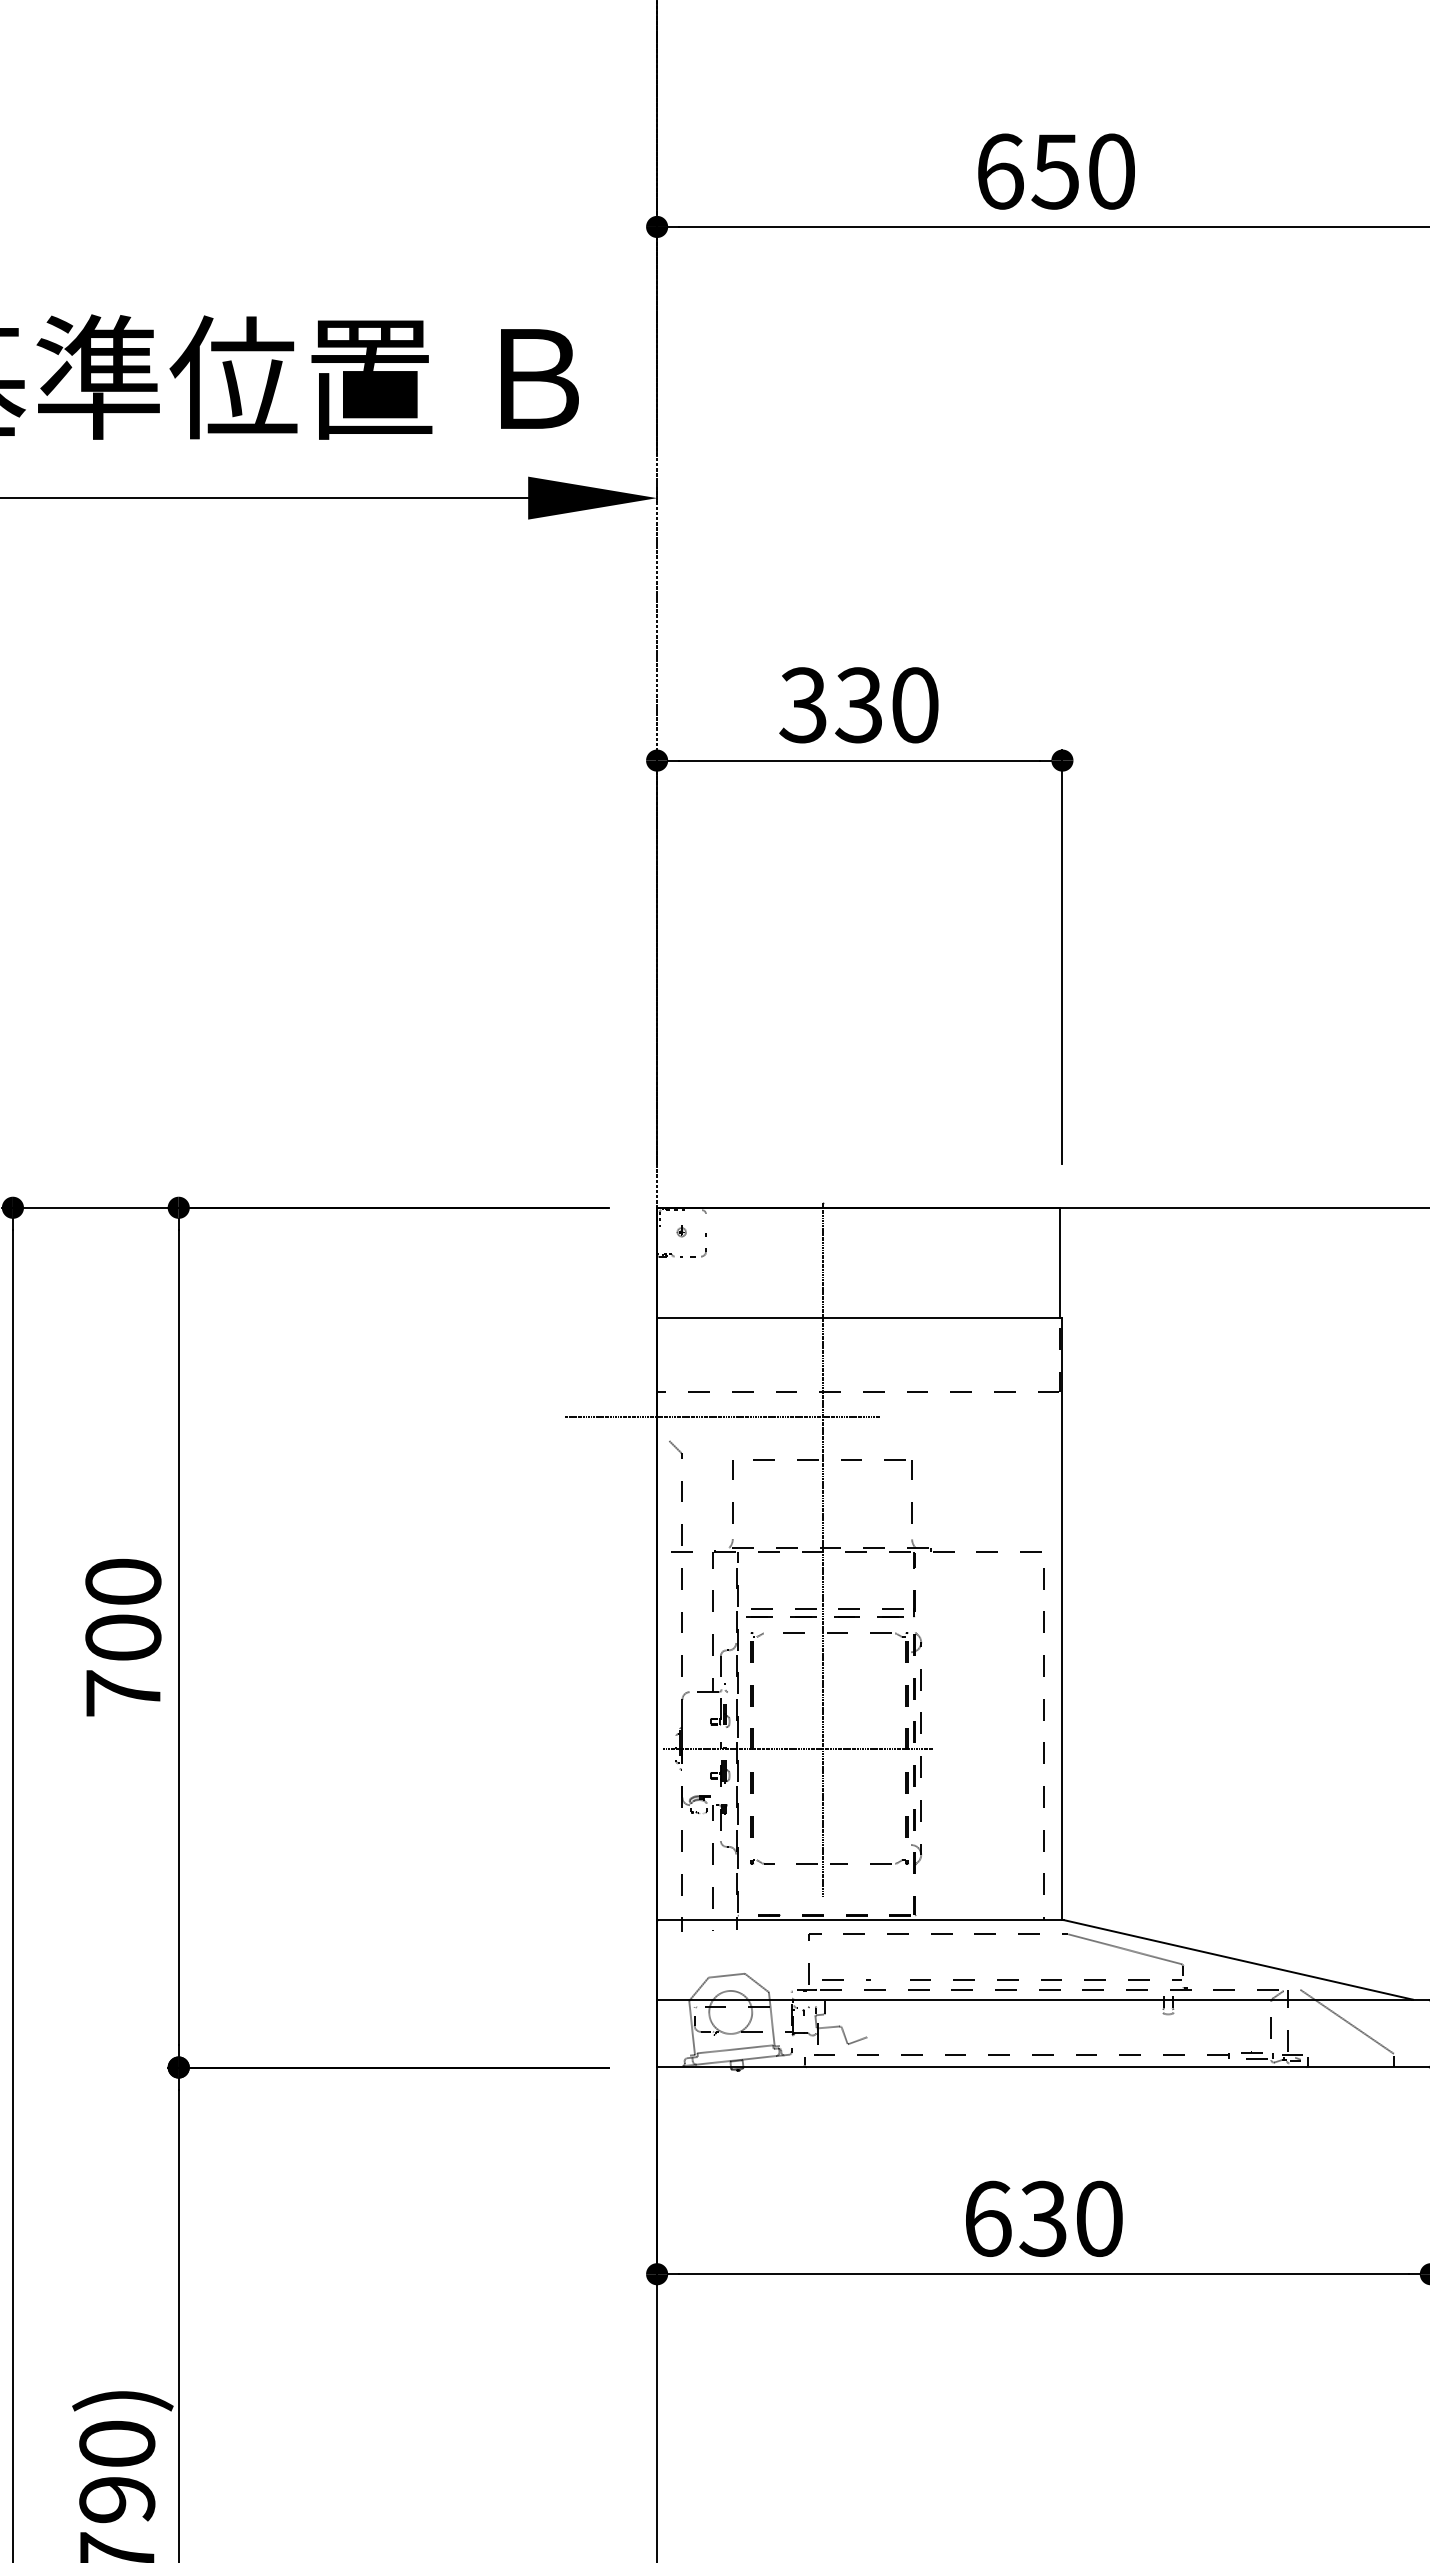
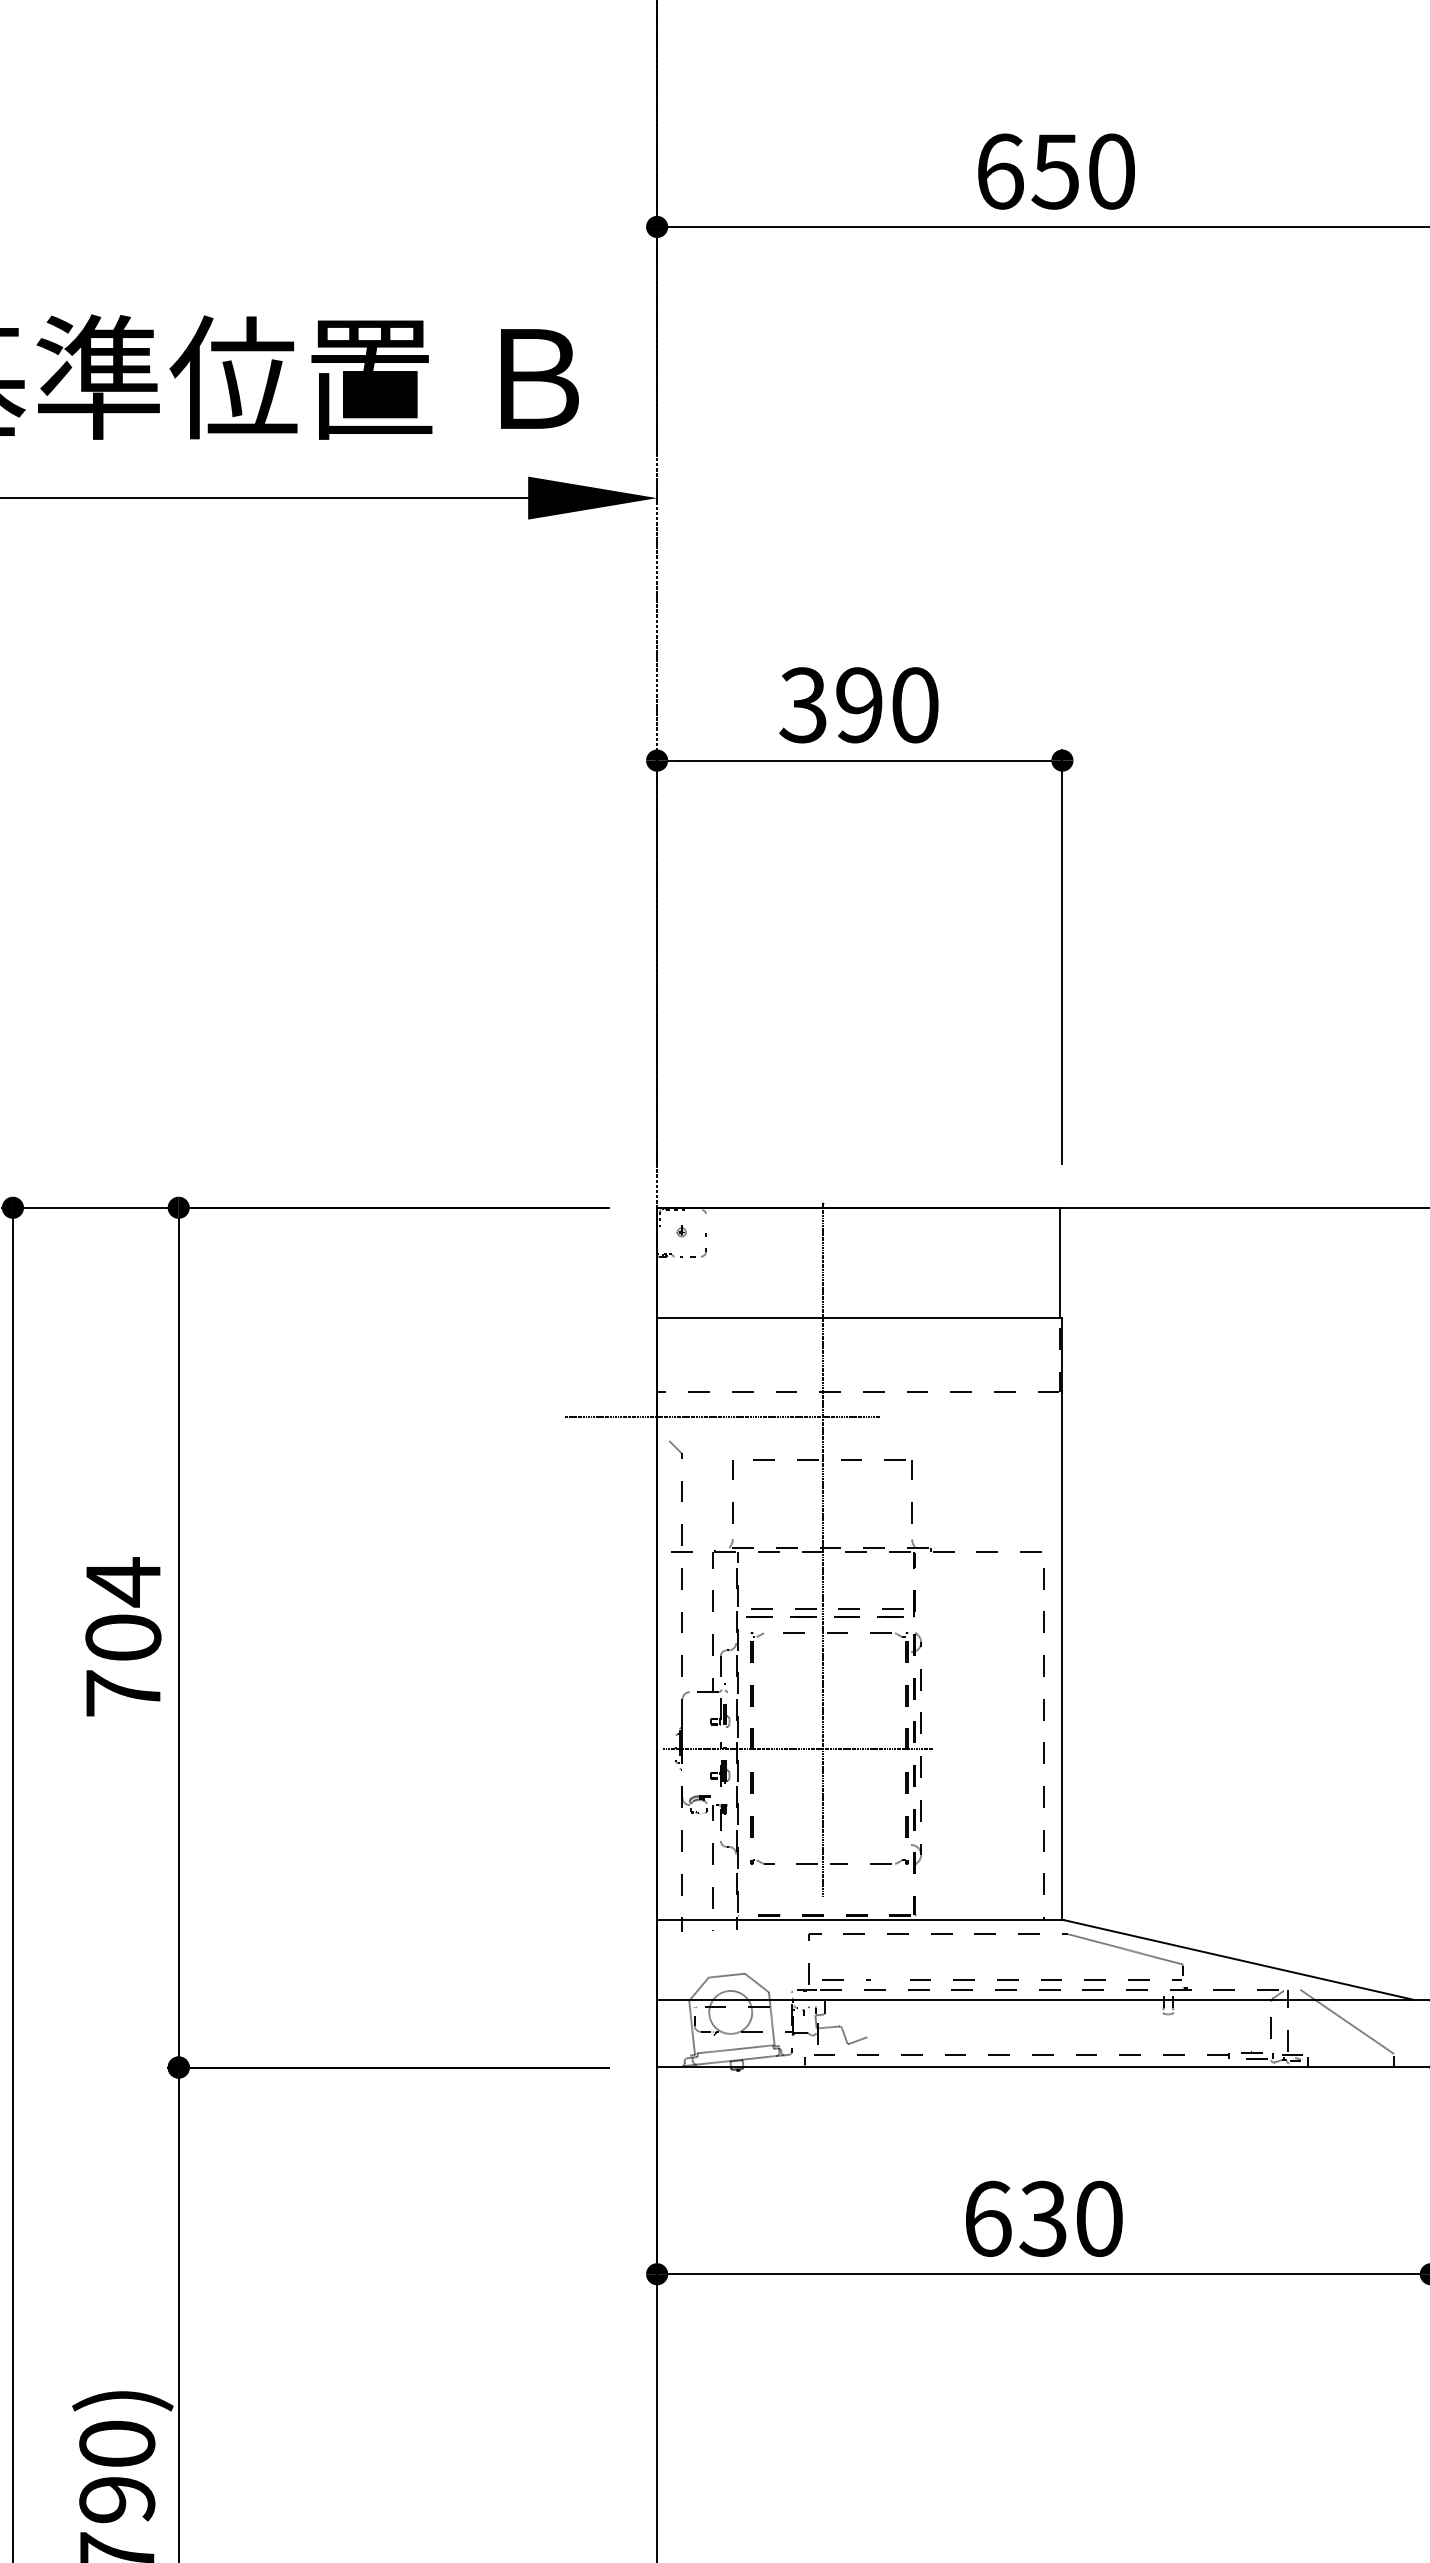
text at (858, 705): 330 -> 390
text at (123, 1582): 700 -> 704
